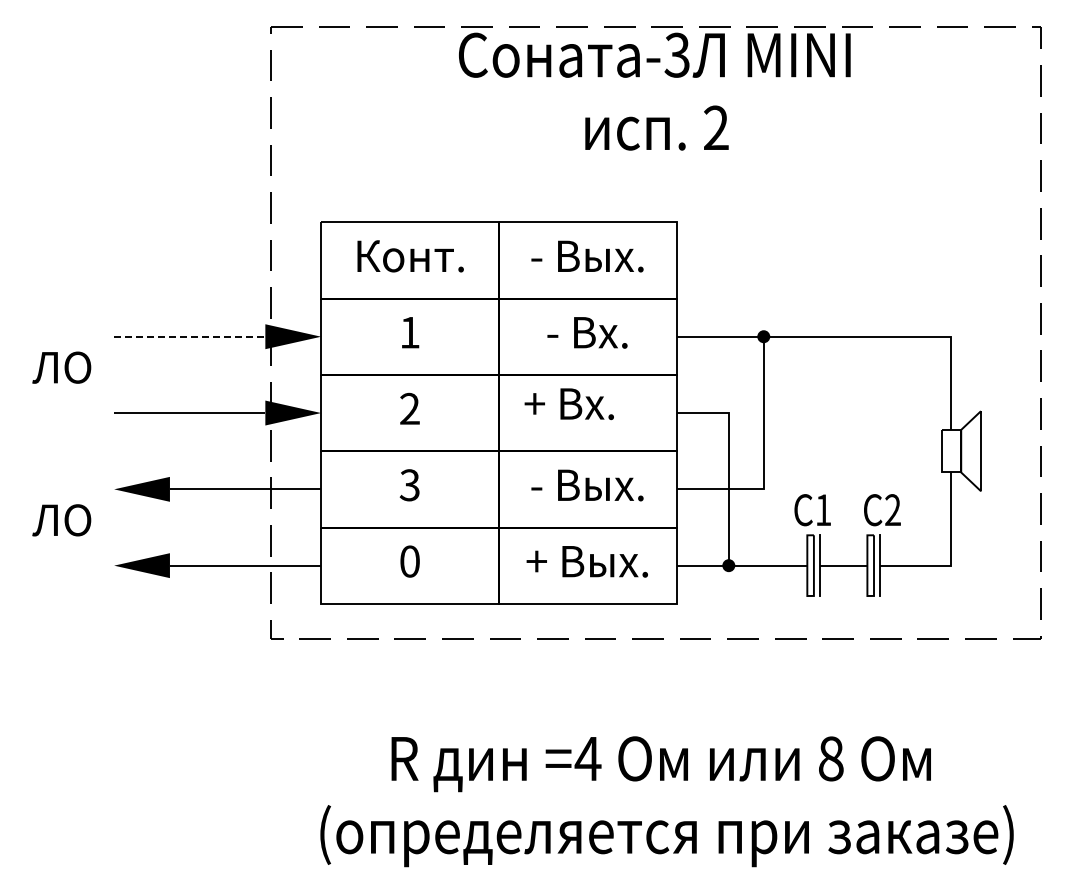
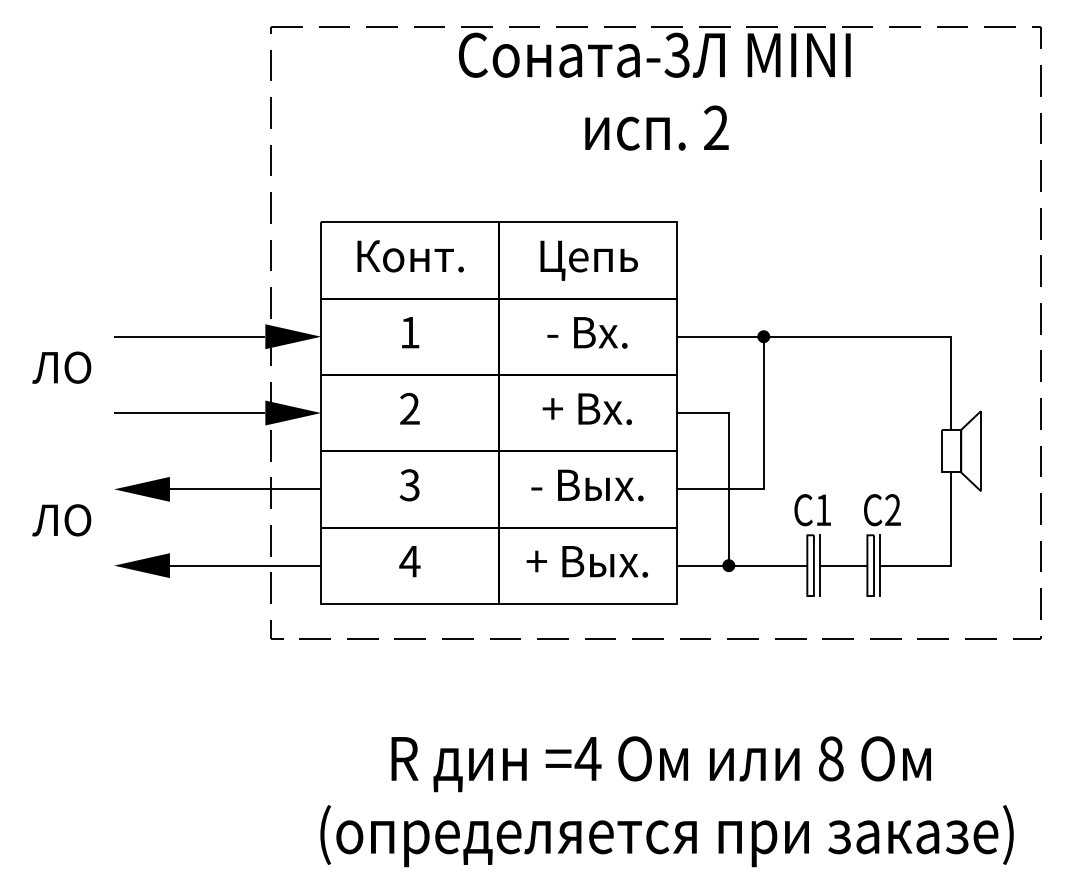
text at (587, 260): - Вых. -> Цепь
line at (189, 336): dashed -> solid
text at (568, 404) position: (568, 404) -> (586, 409)
text at (409, 561): 0 -> 4
